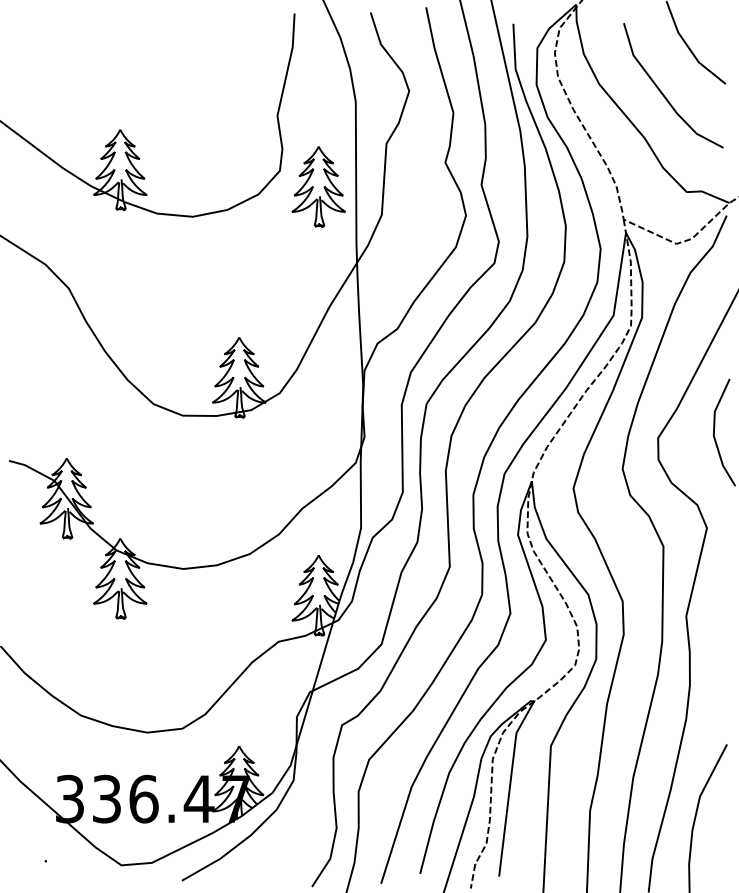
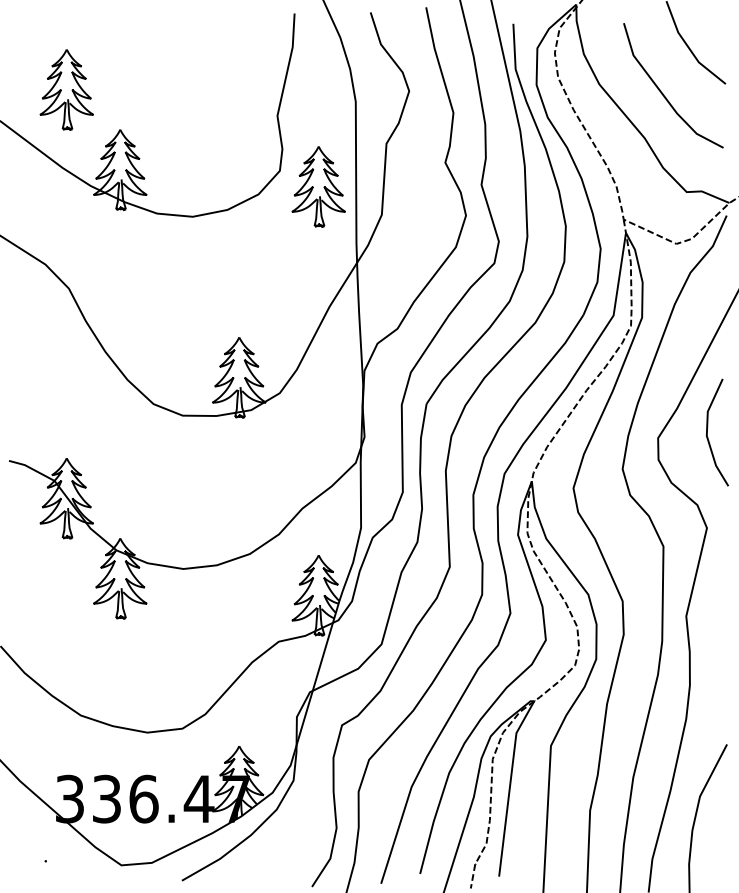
part at (66, 89): none -> present
line at (714, 432) position: (714, 432) -> (707, 432)
